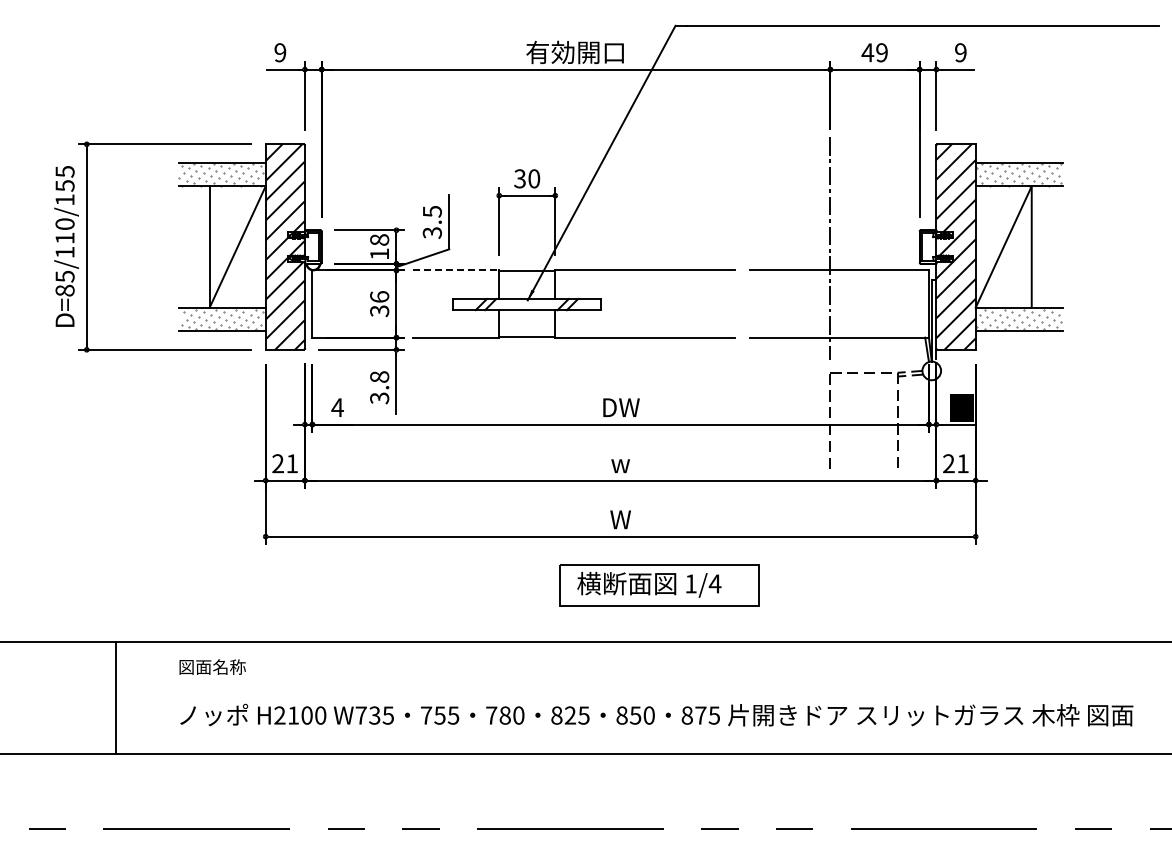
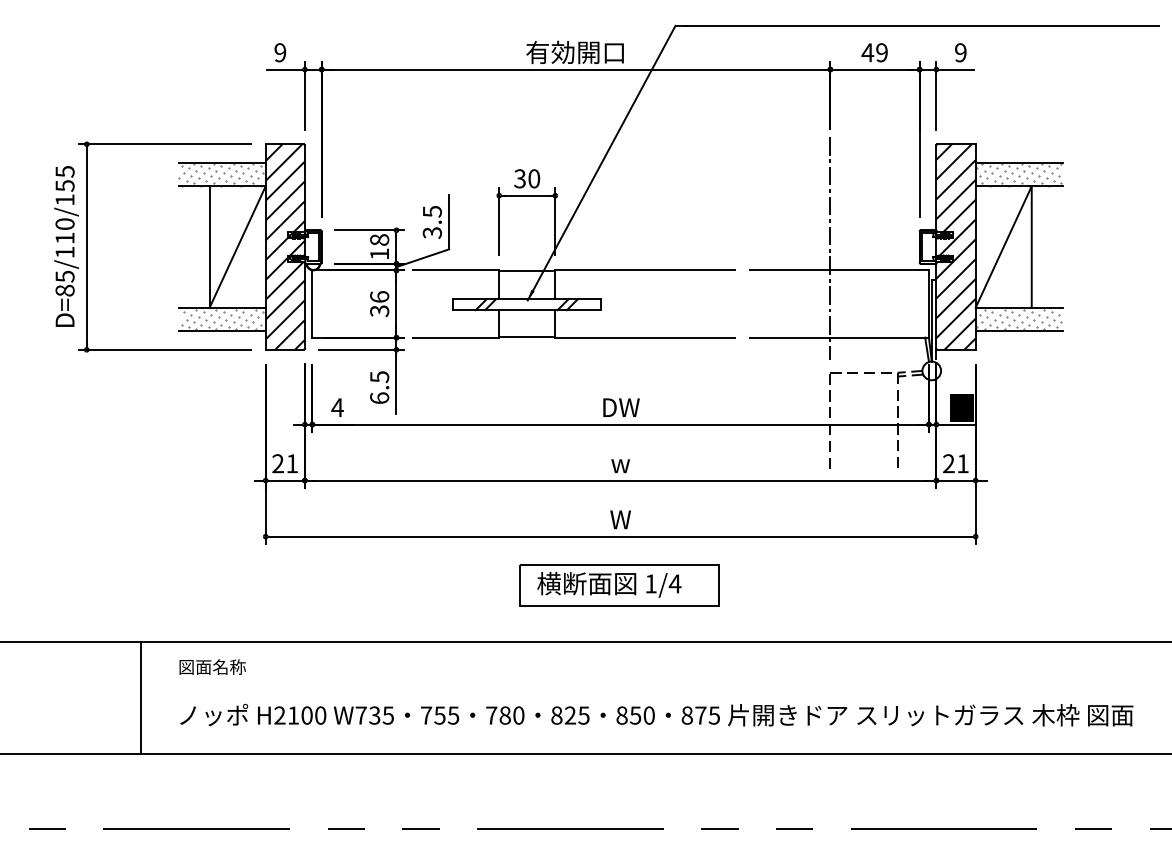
line at (456, 270): dashed -> solid
text at (379, 387): 3.8 -> 6.5
part at (659, 585) position: (659, 585) -> (619, 585)
line at (115, 698) position: (115, 698) -> (140, 698)
